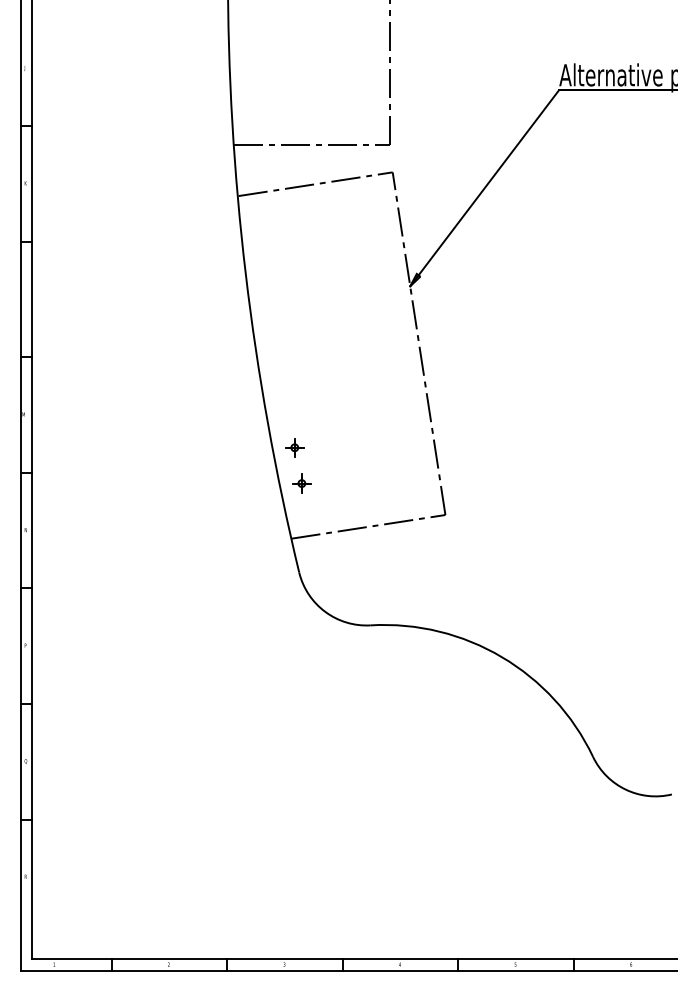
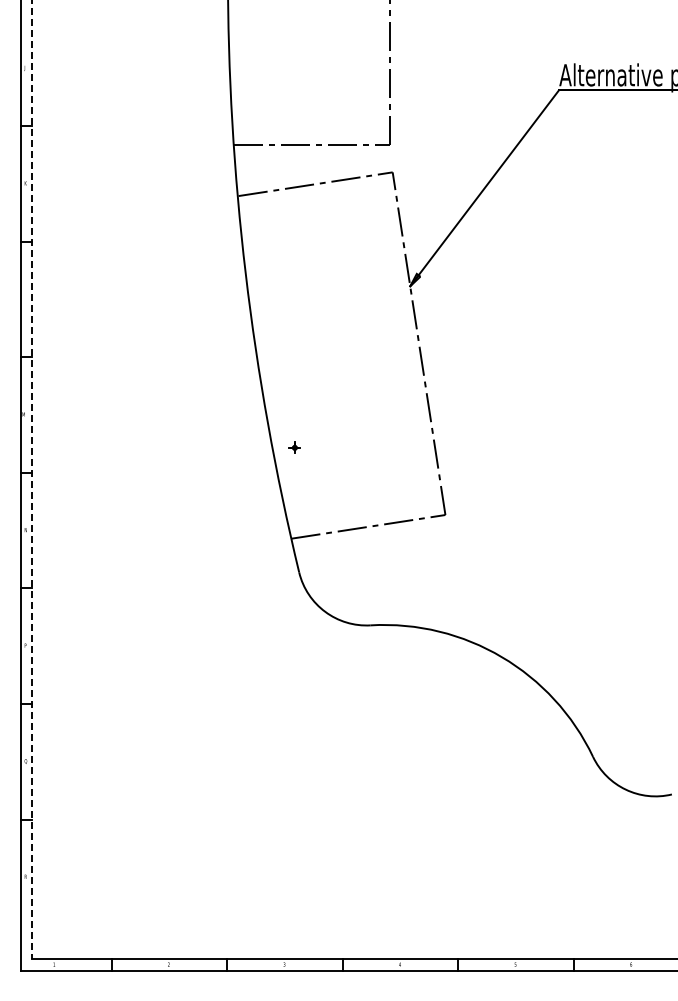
part at (294, 447) size: 20x20 px -> 13x13 px
line at (32, 480): solid -> dashed
part at (301, 483): present -> none
